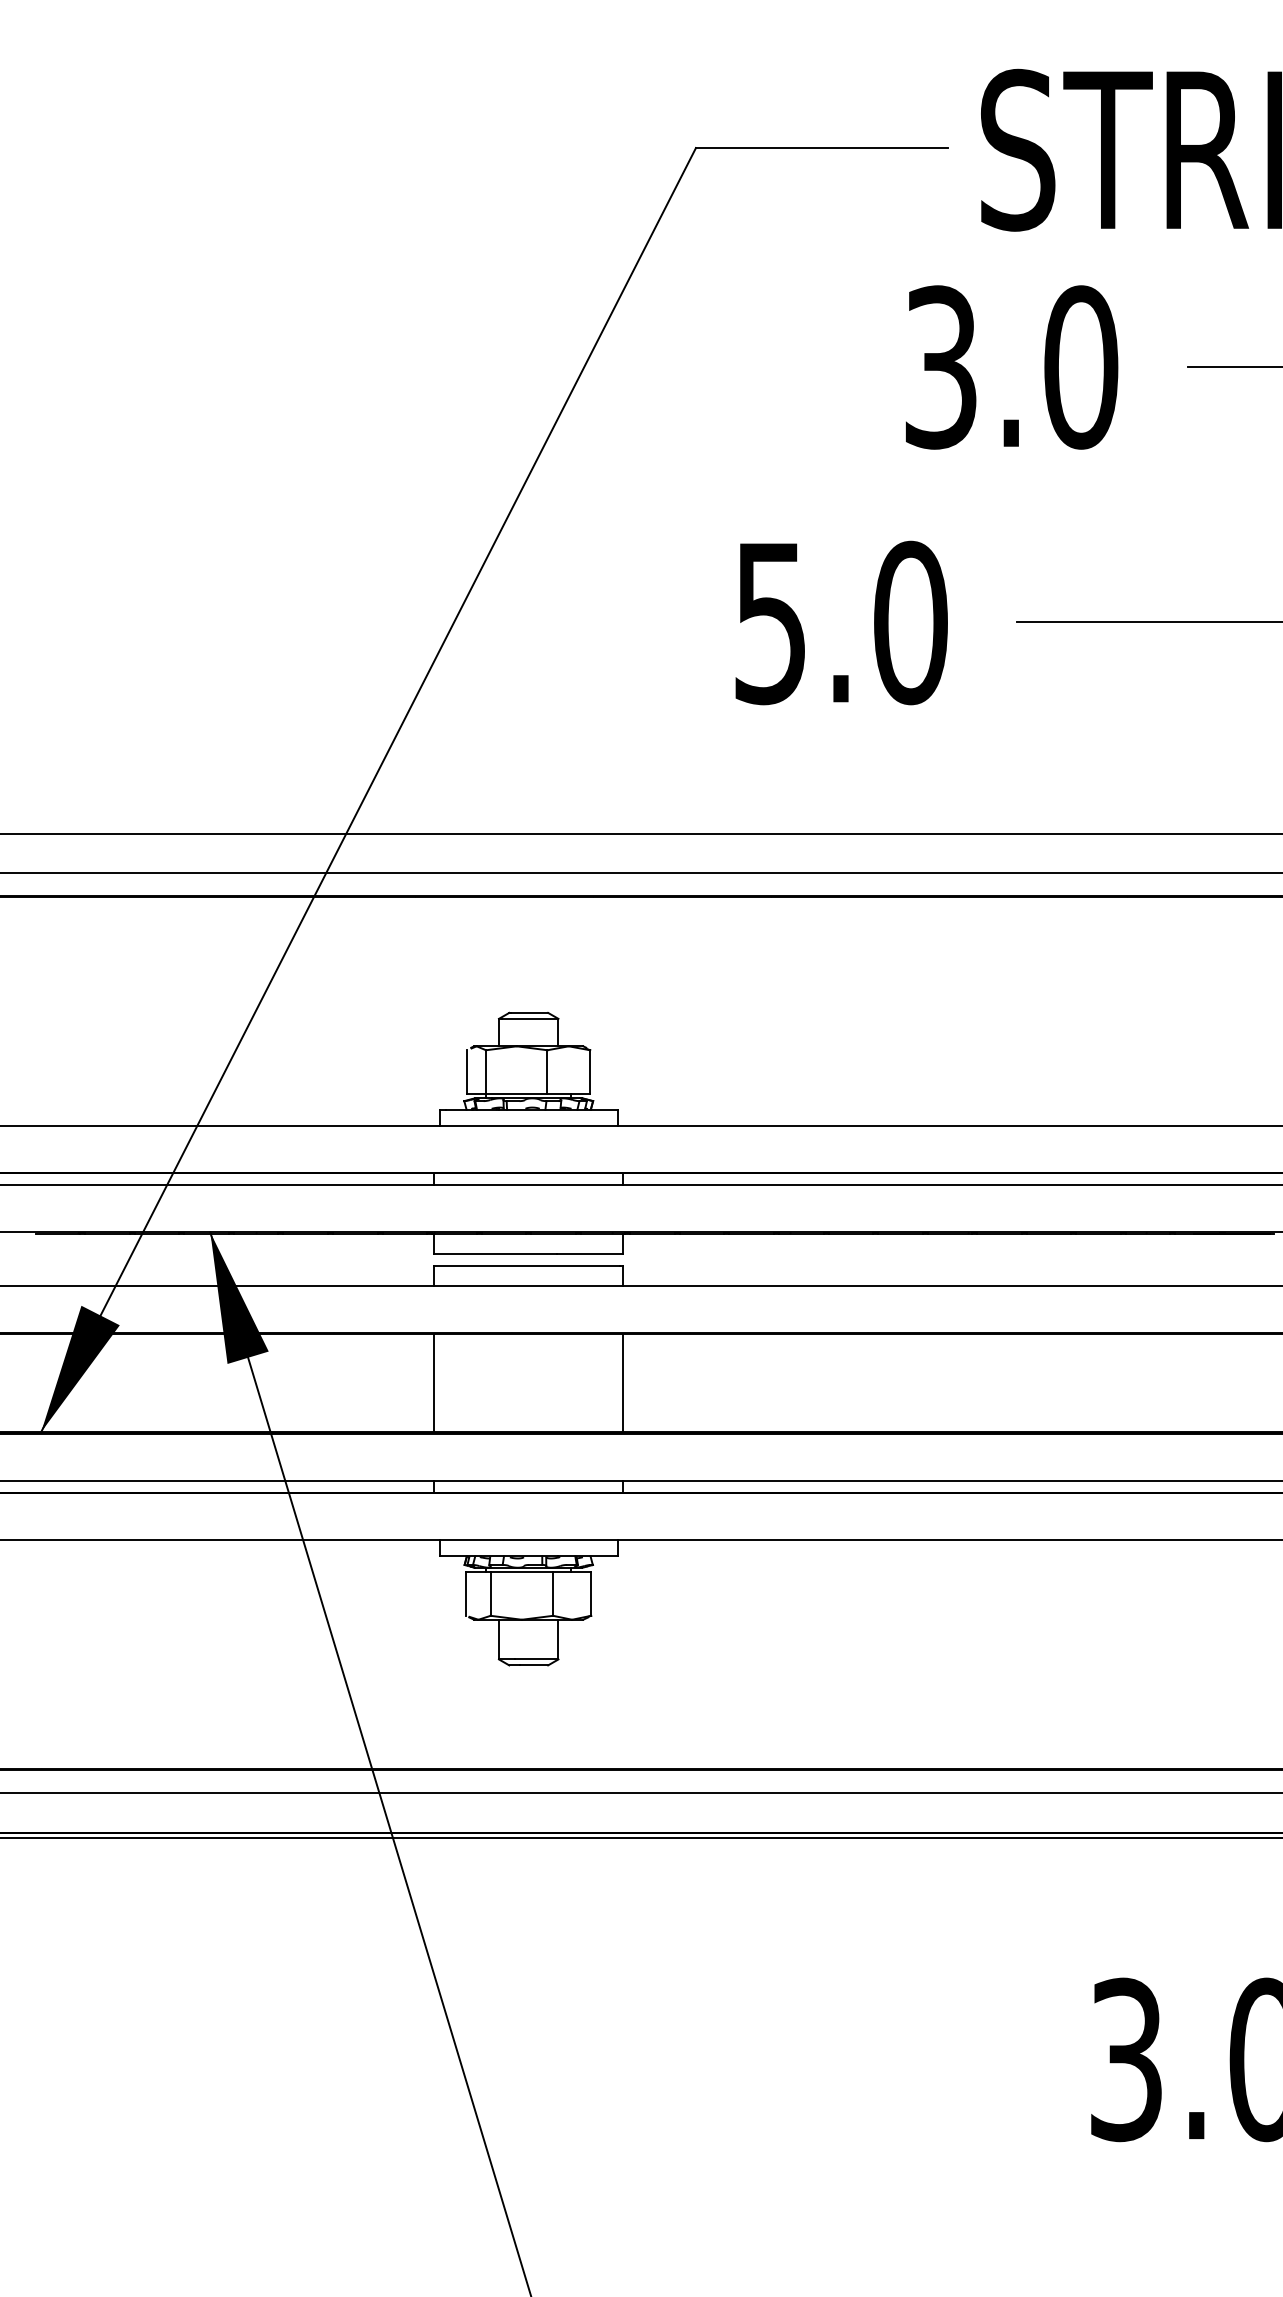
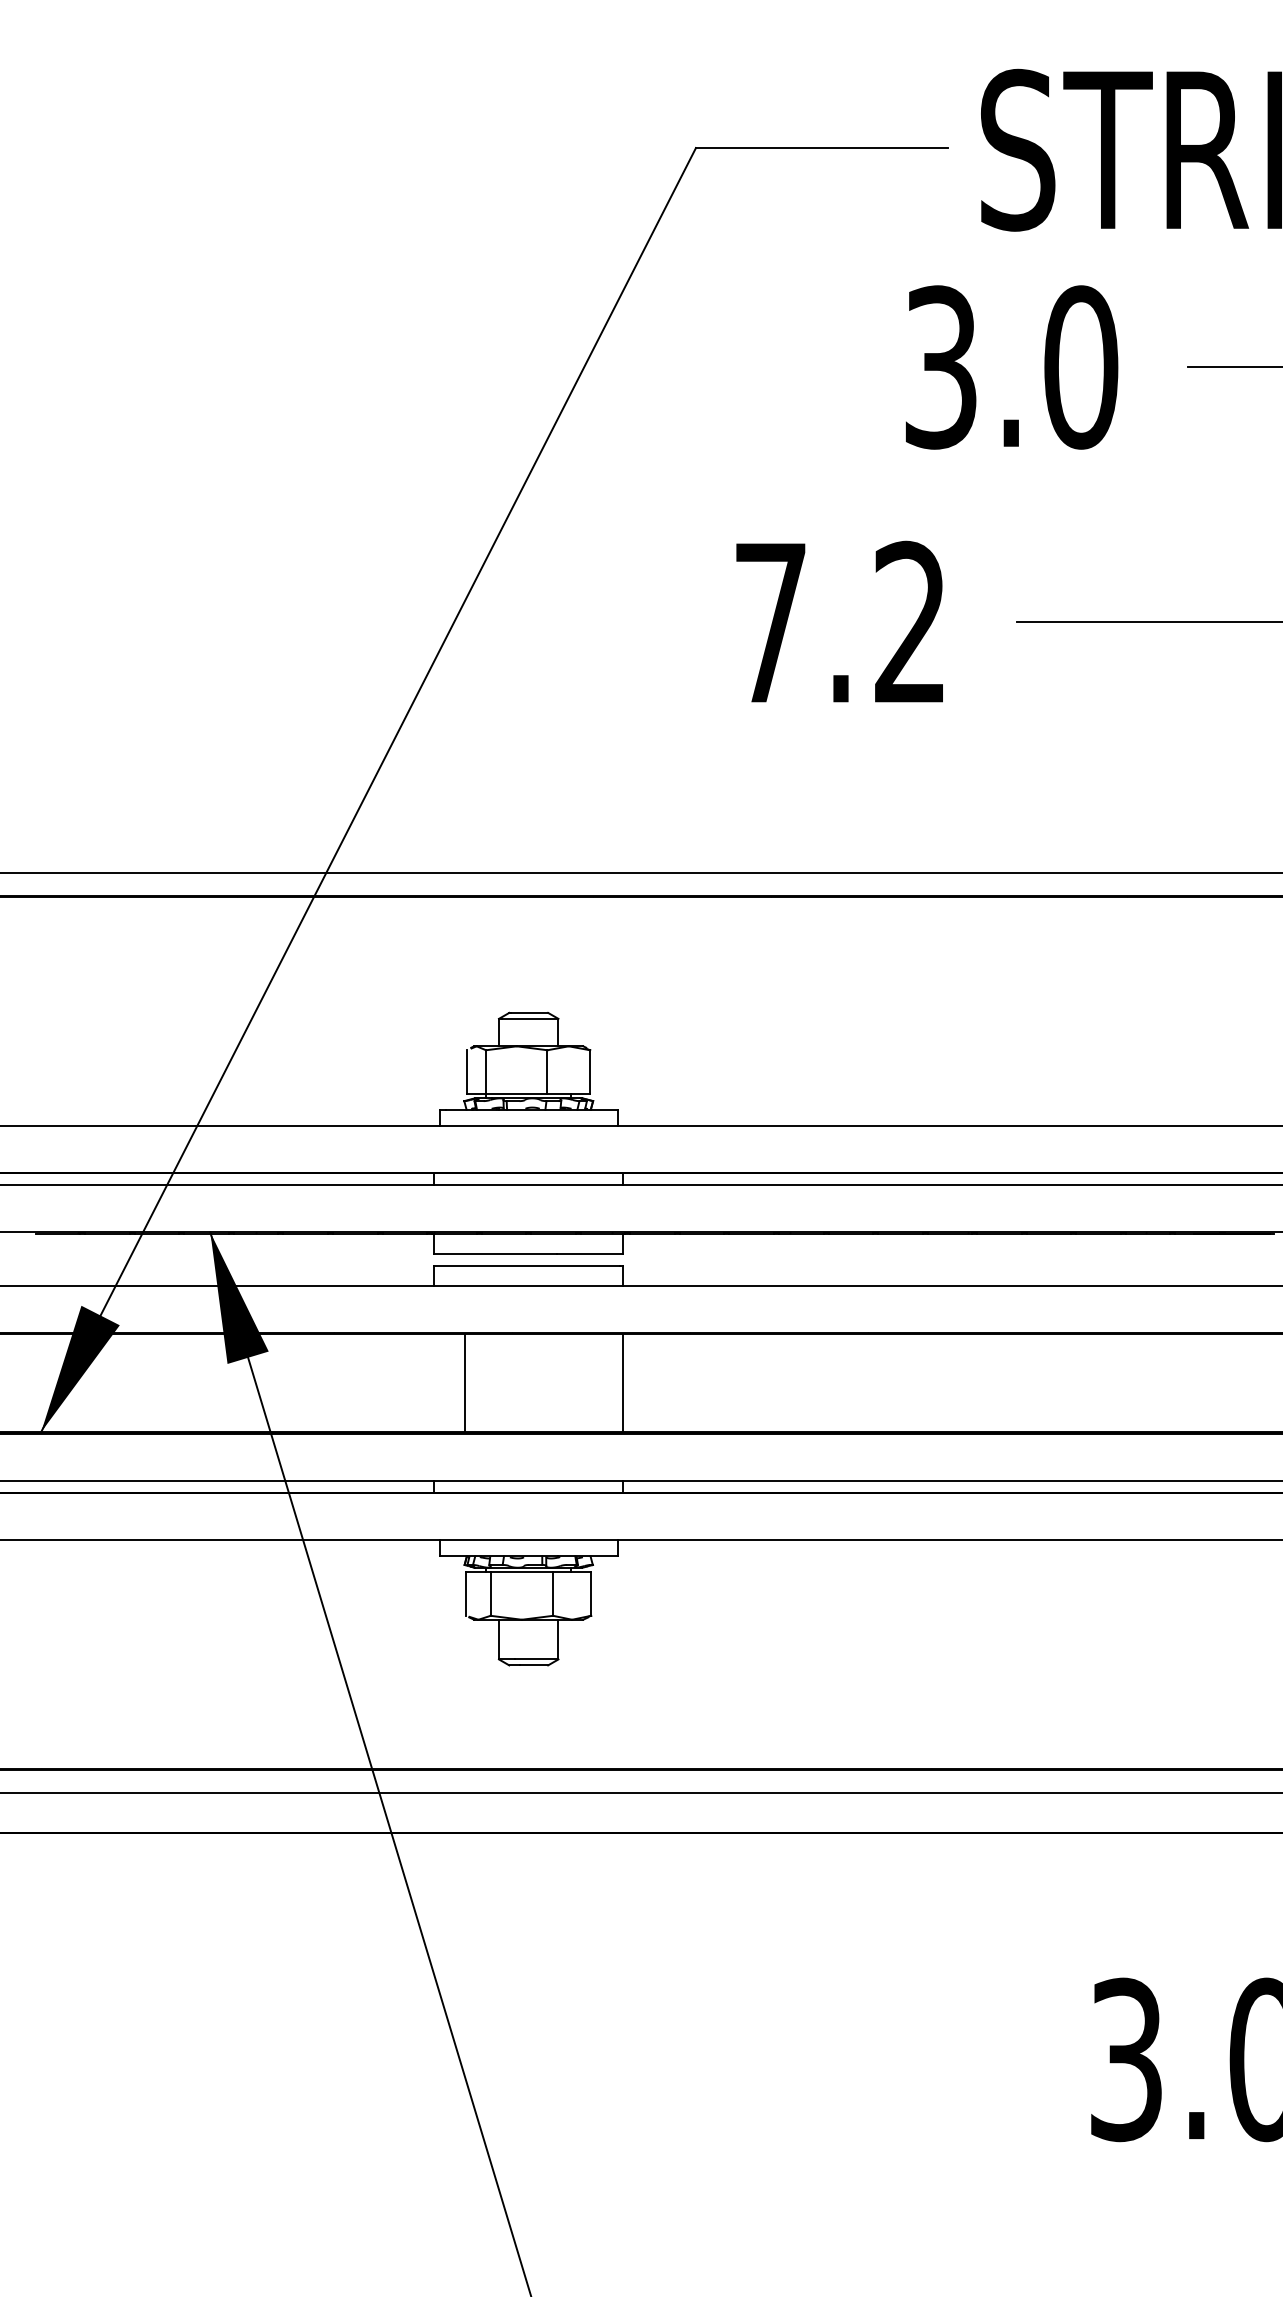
text at (841, 622): 5.0 -> 7.2
line at (640, 833): present -> none
line at (434, 1382) position: (434, 1382) -> (465, 1382)
line at (640, 1837): present -> none
